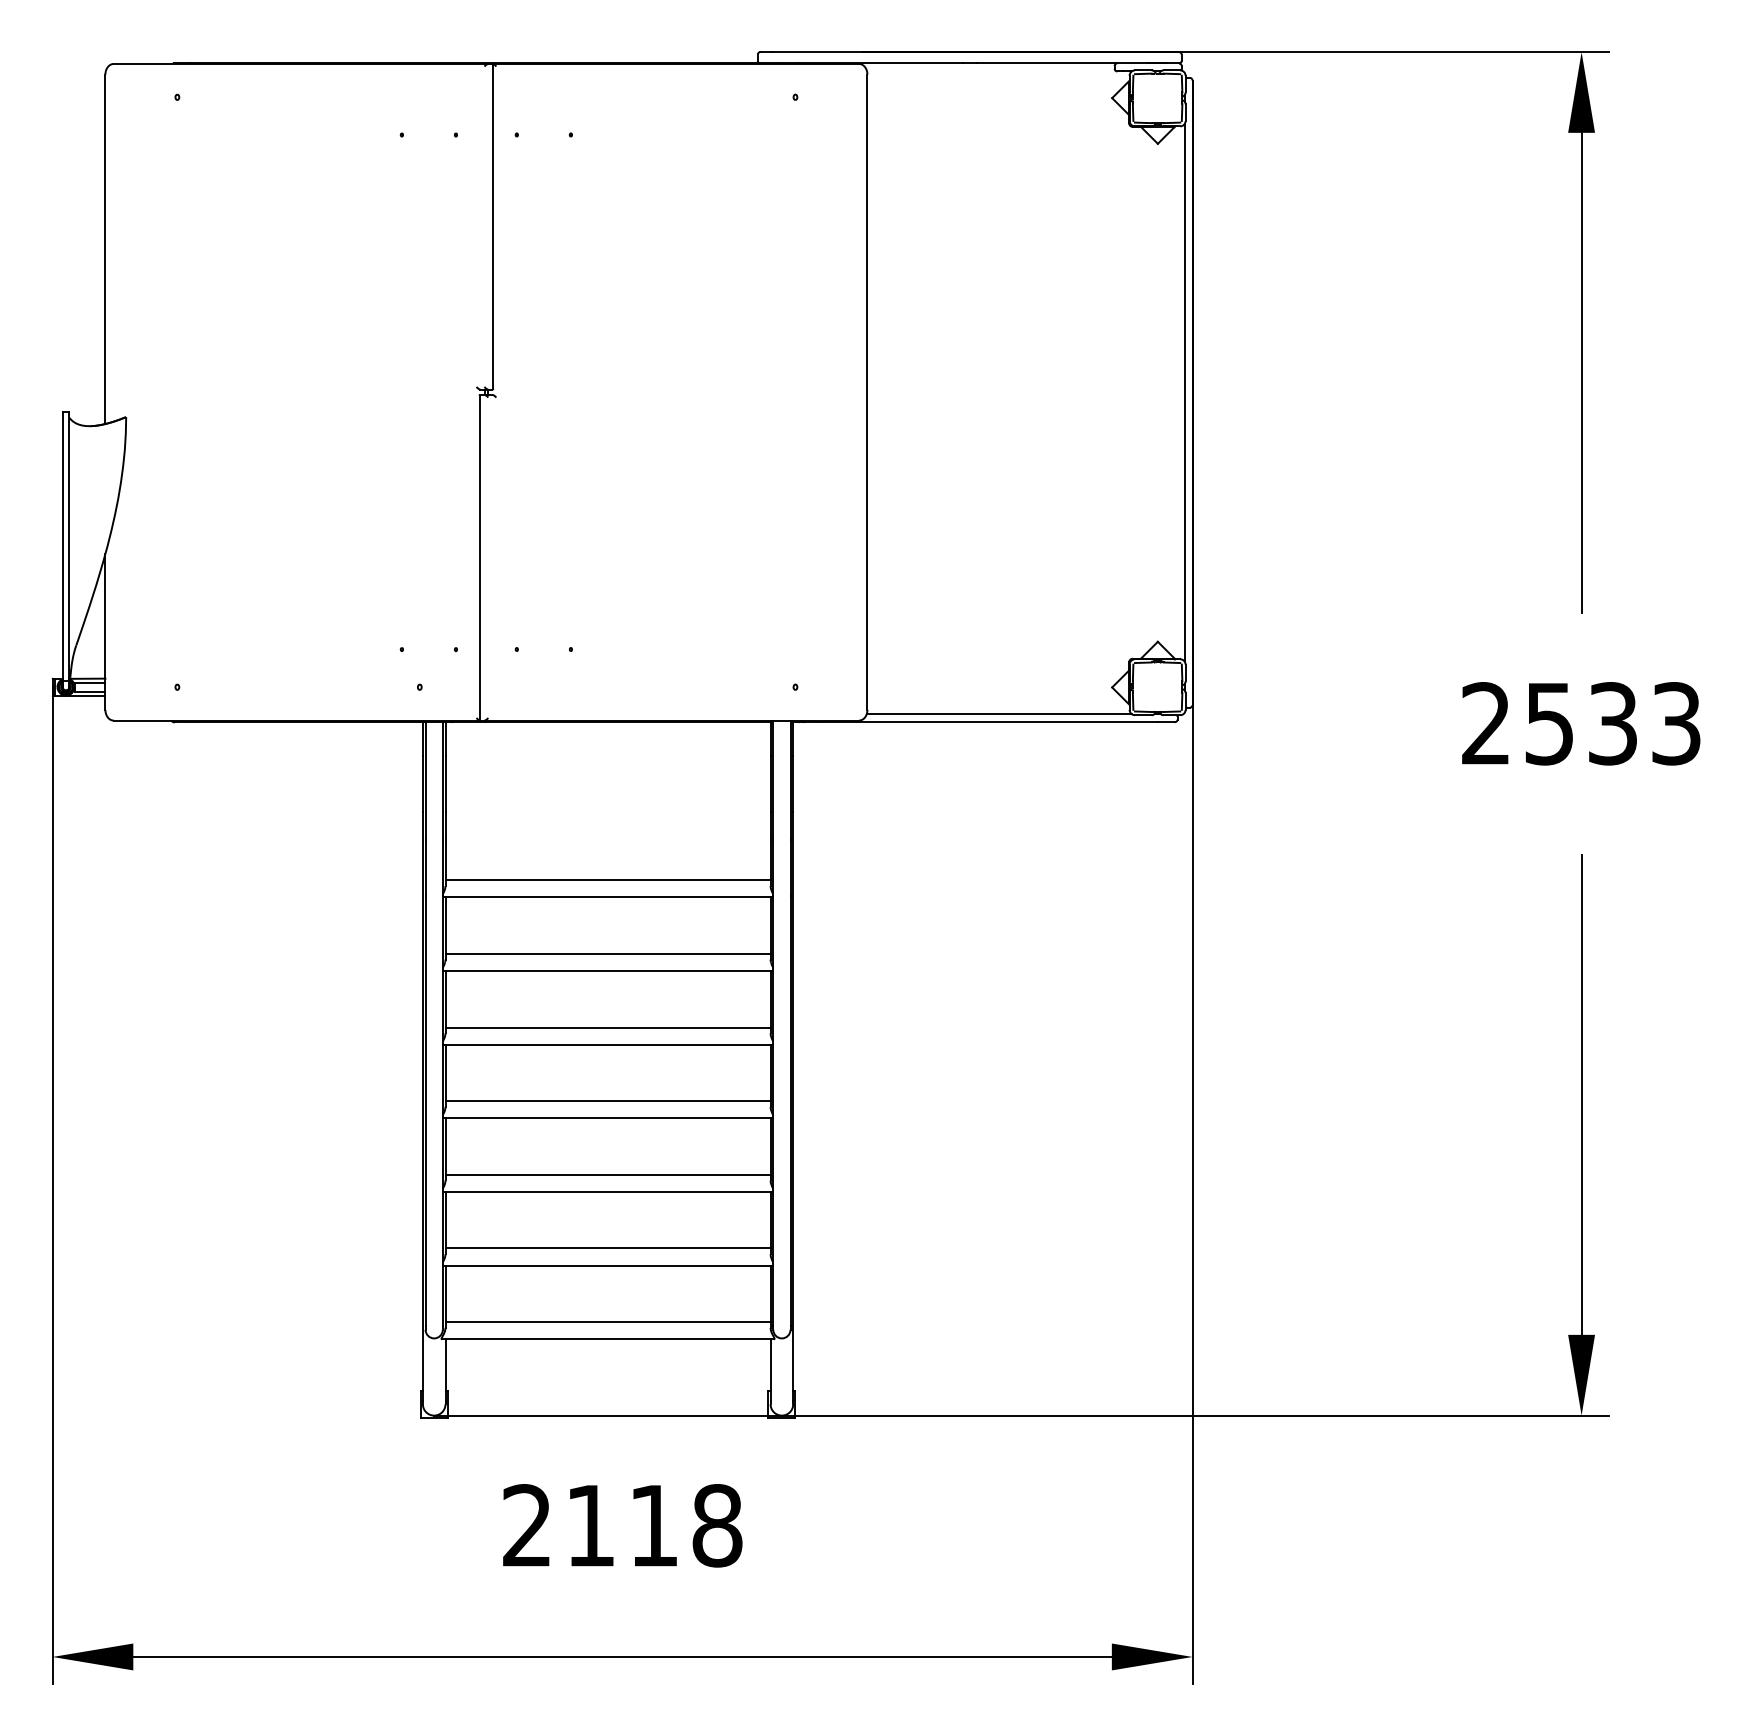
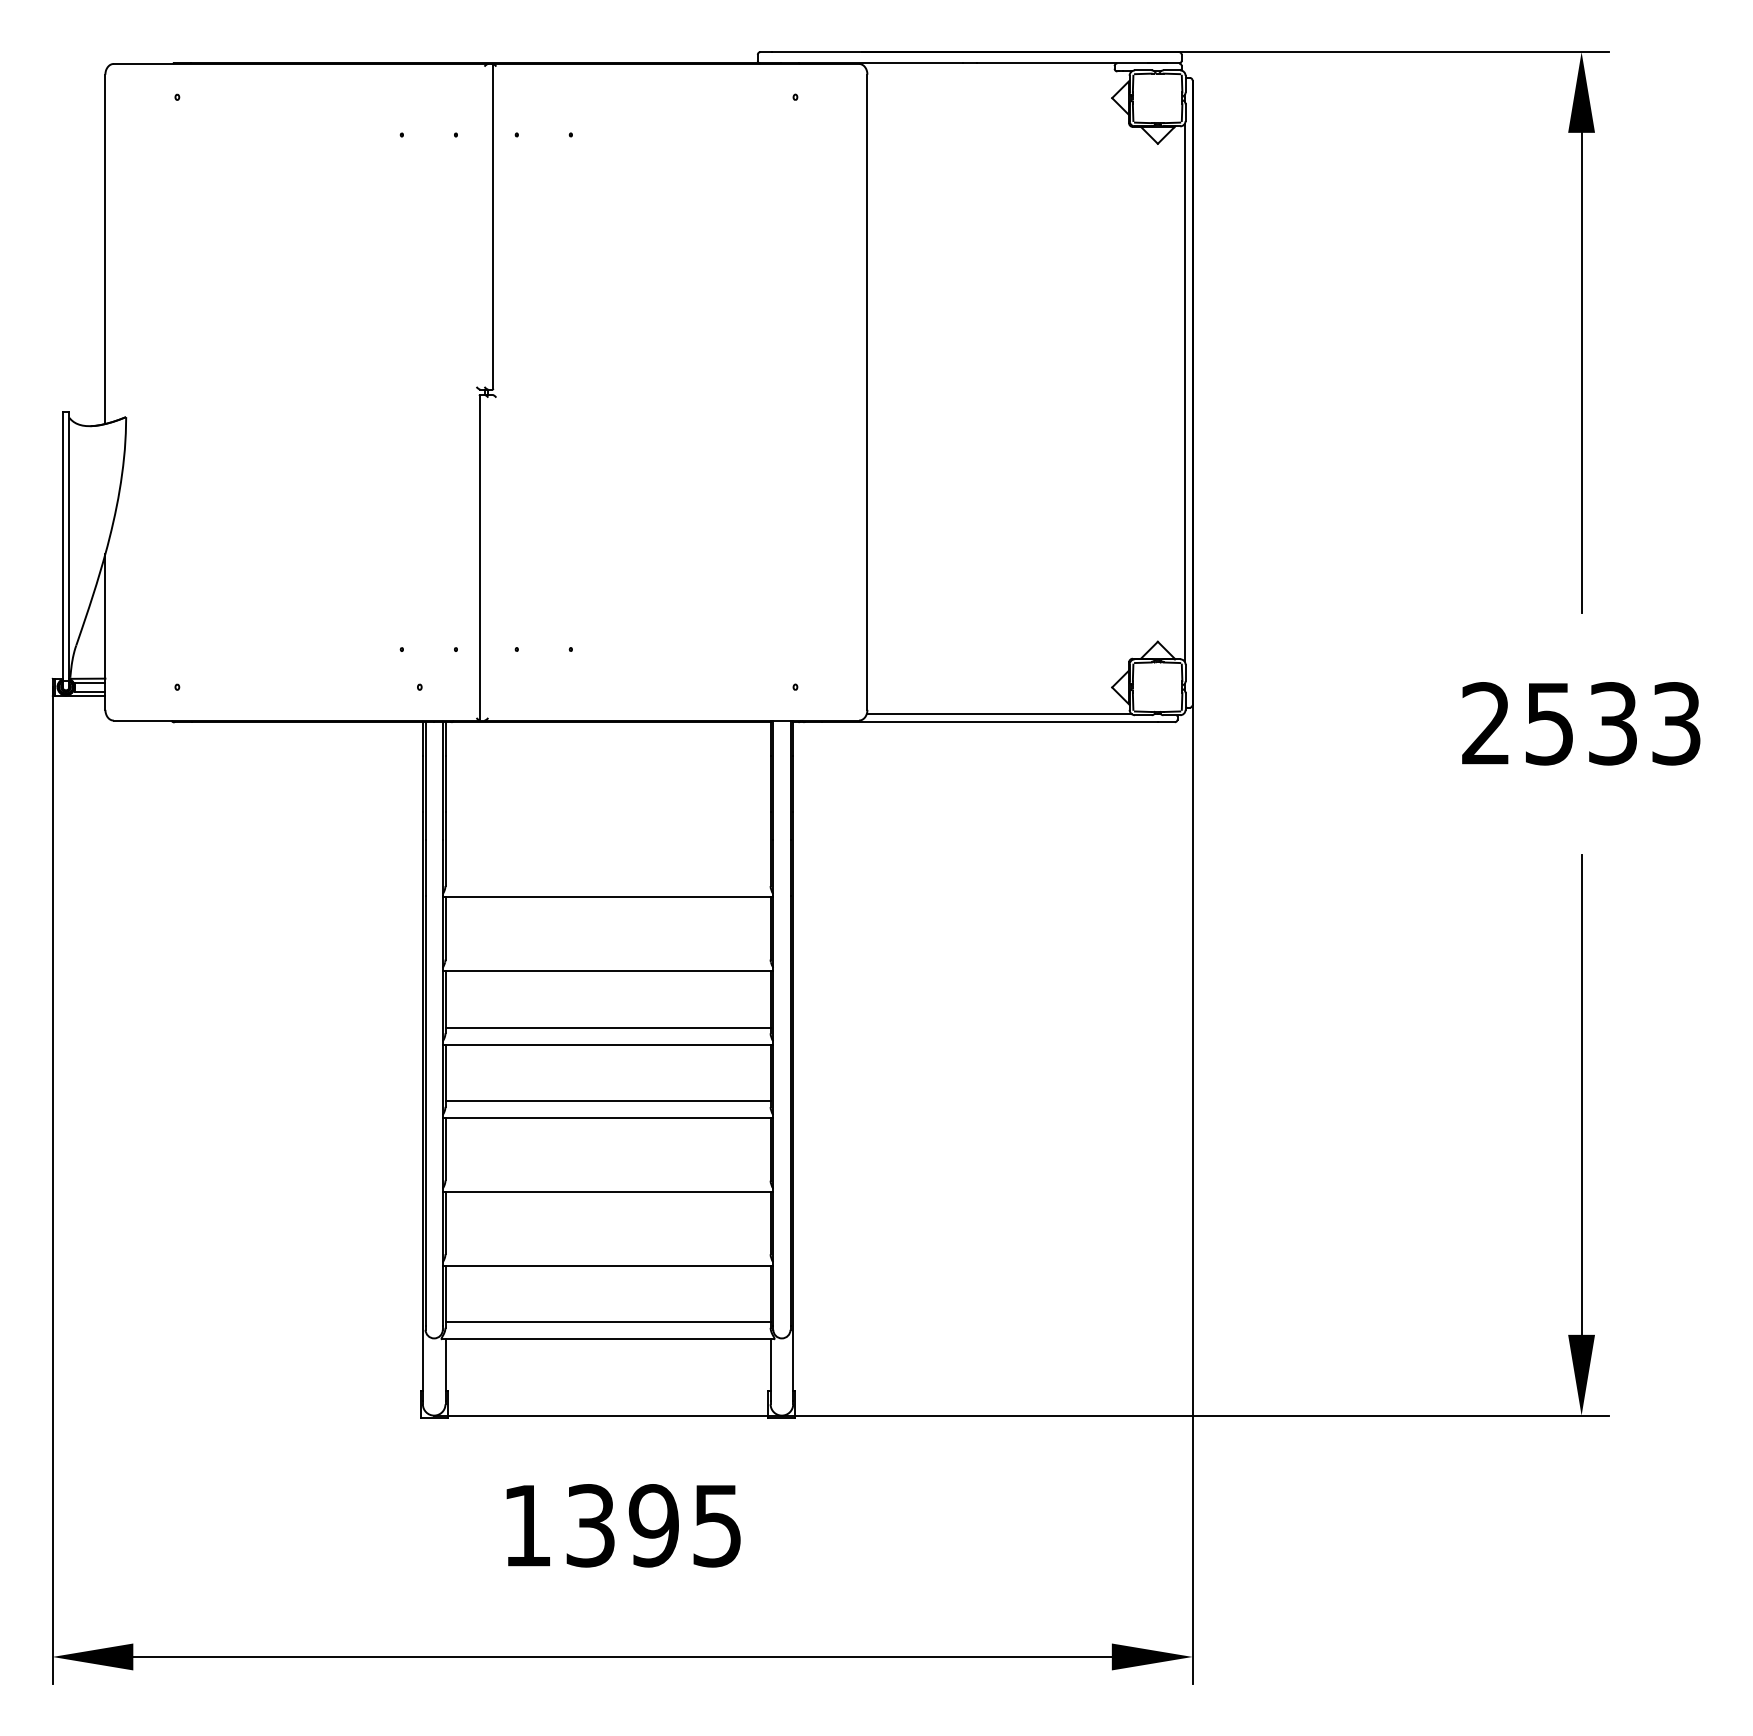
line at (607, 880): present -> none
line at (607, 953): present -> none
line at (607, 1174): present -> none
line at (607, 1248): present -> none
text at (622, 1525): 2118 -> 1395
